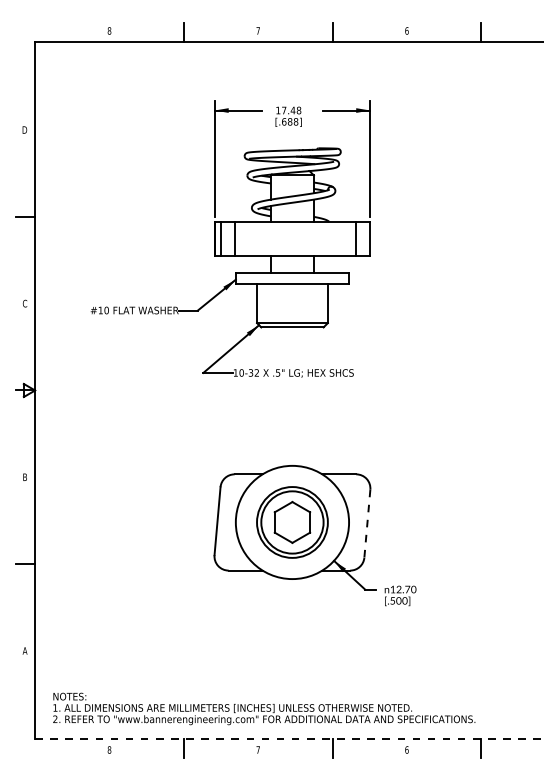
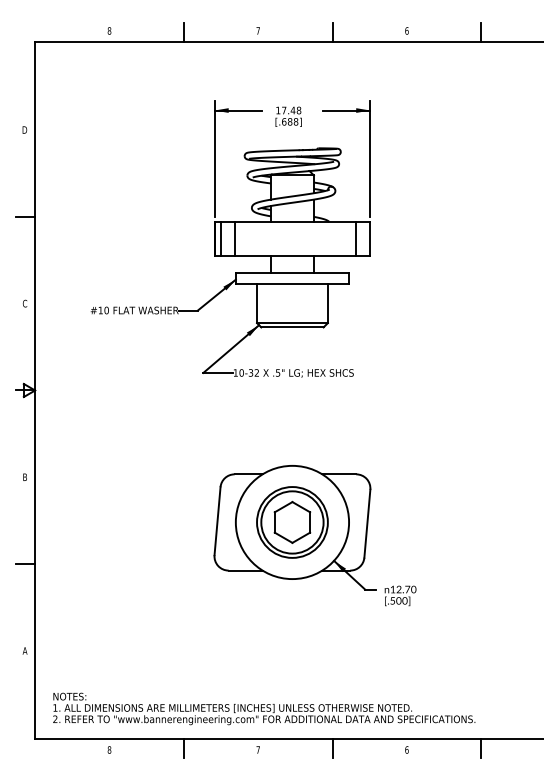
line at (367, 524): dashed -> solid
line at (289, 738): dashed -> solid
